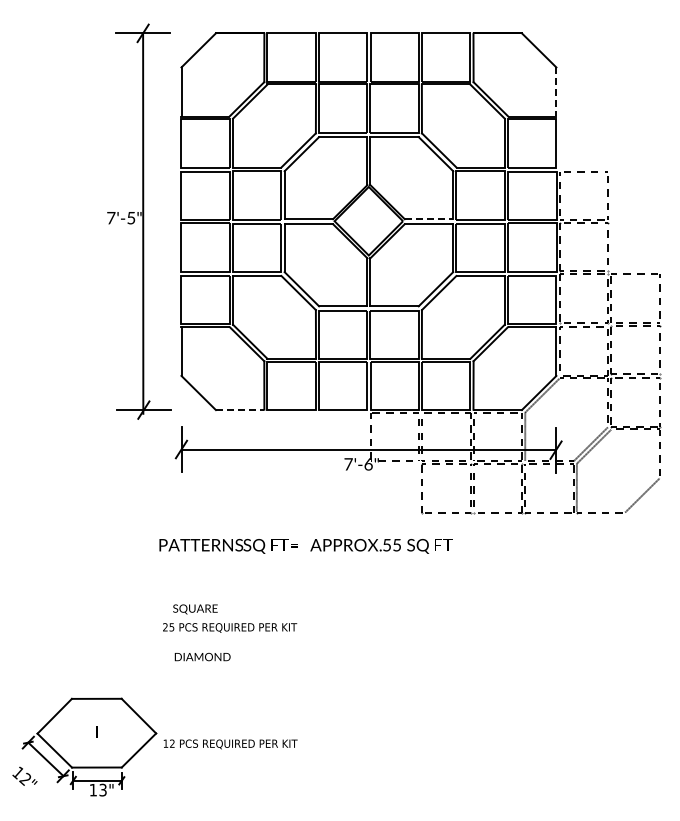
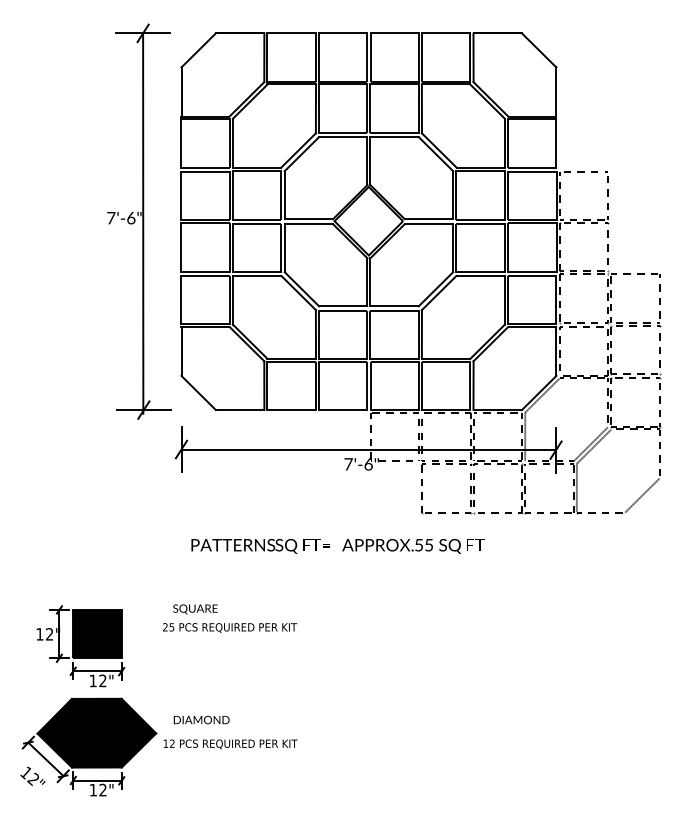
line at (556, 92): dashed -> solid
text at (131, 218): 7'-5" -> 7'-6"
line at (429, 219): dashed -> solid
line at (240, 410): dashed -> solid
text at (305, 546) position: (305, 546) -> (337, 546)
part at (80, 646): none -> present
text at (202, 656) position: (202, 656) -> (201, 719)
fill at (96, 732): none -> present
text at (24, 775) position: (24, 775) -> (32, 775)
text at (102, 790): 13" -> 12"
